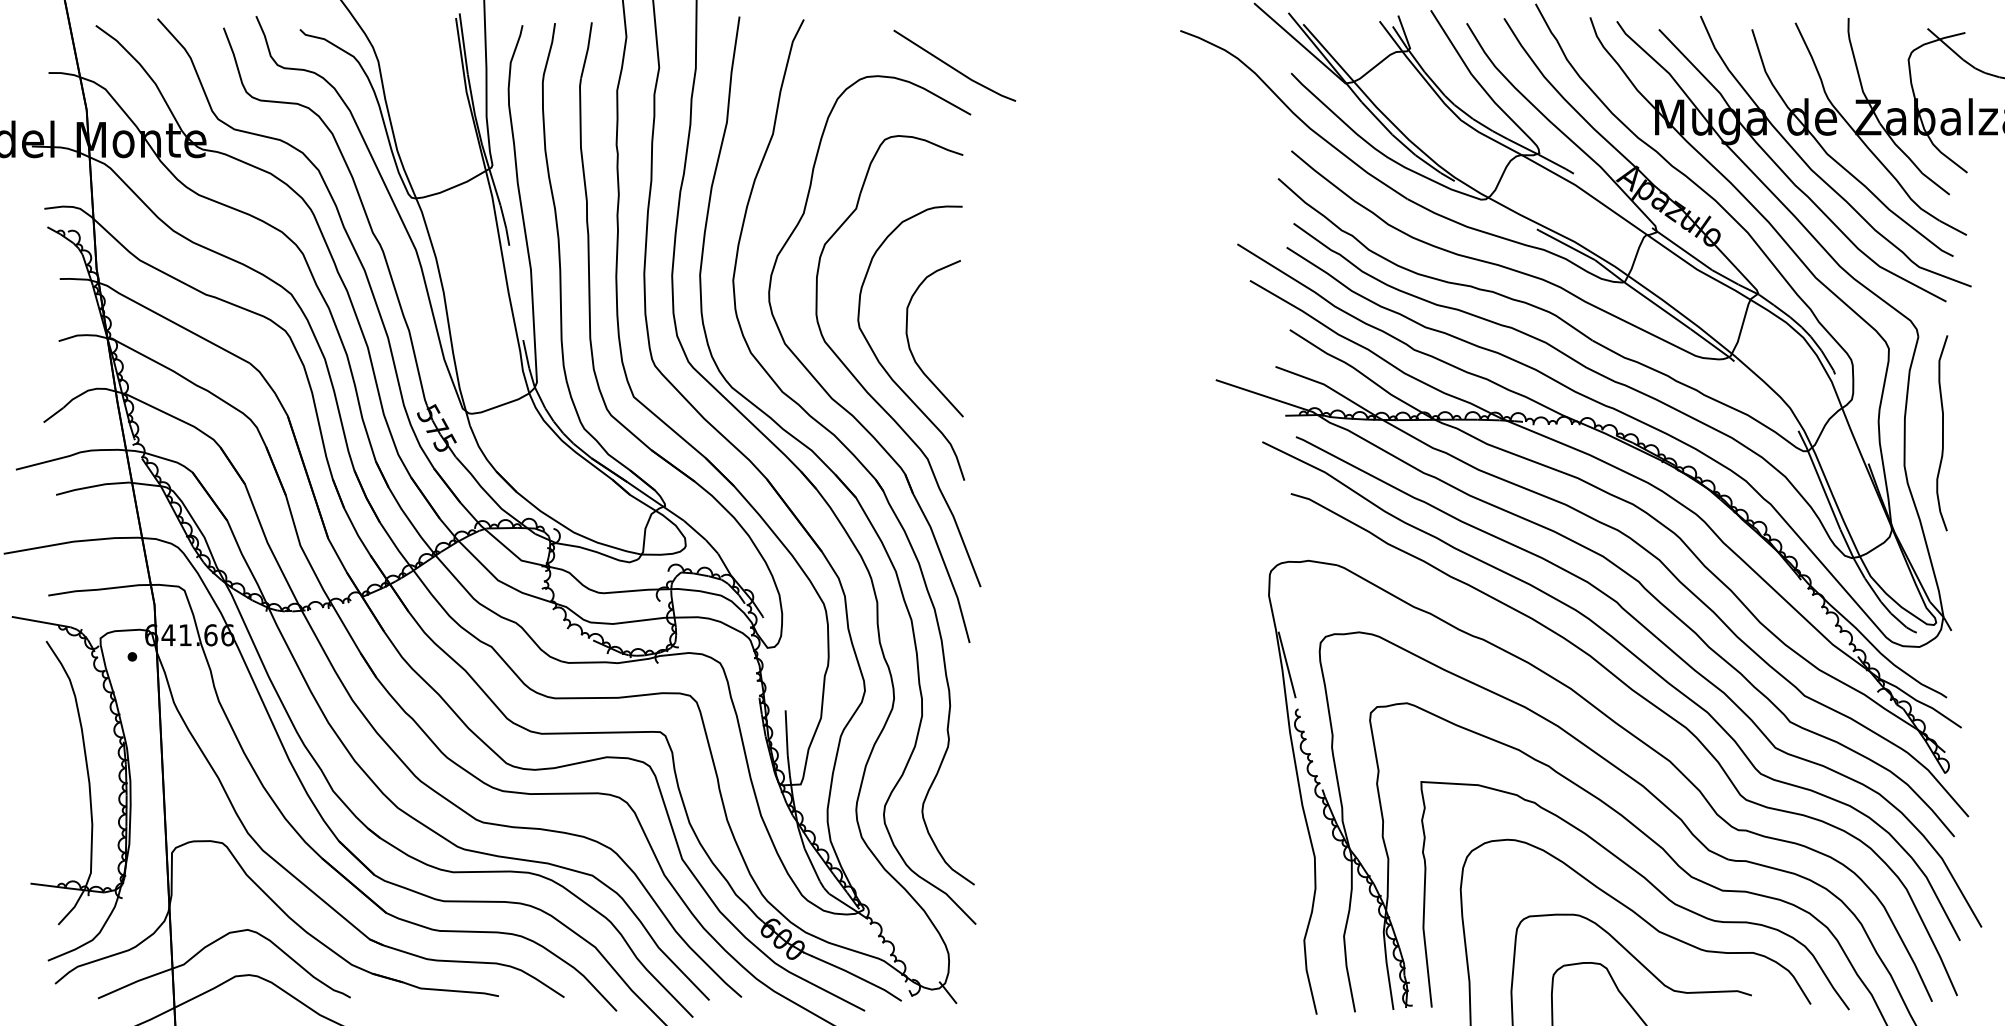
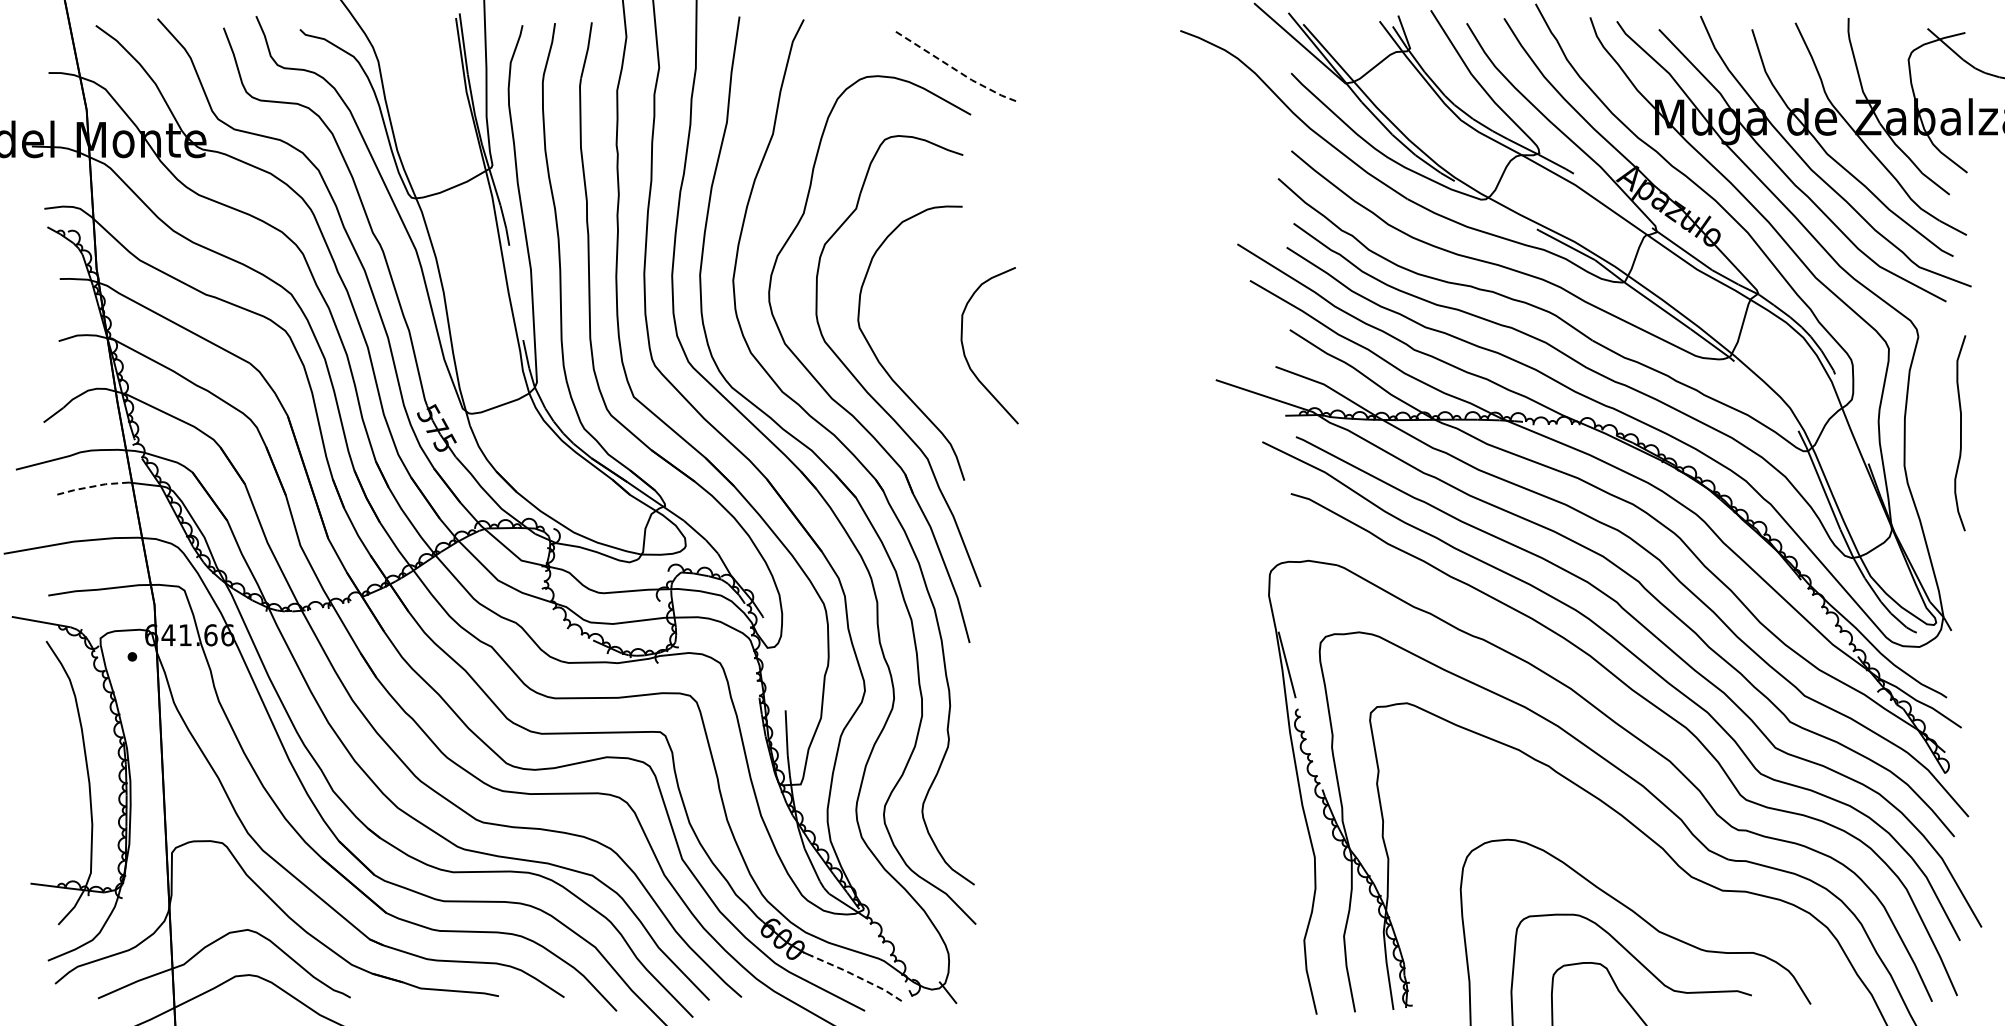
line at (954, 68): solid -> dashed
curve at (909, 341) position: (909, 341) -> (964, 348)
curve at (1942, 433) position: (1942, 433) -> (1960, 433)
line at (92, 486): solid -> dashed
curve at (1647, 881): present -> none
line at (857, 976): solid -> dashed
